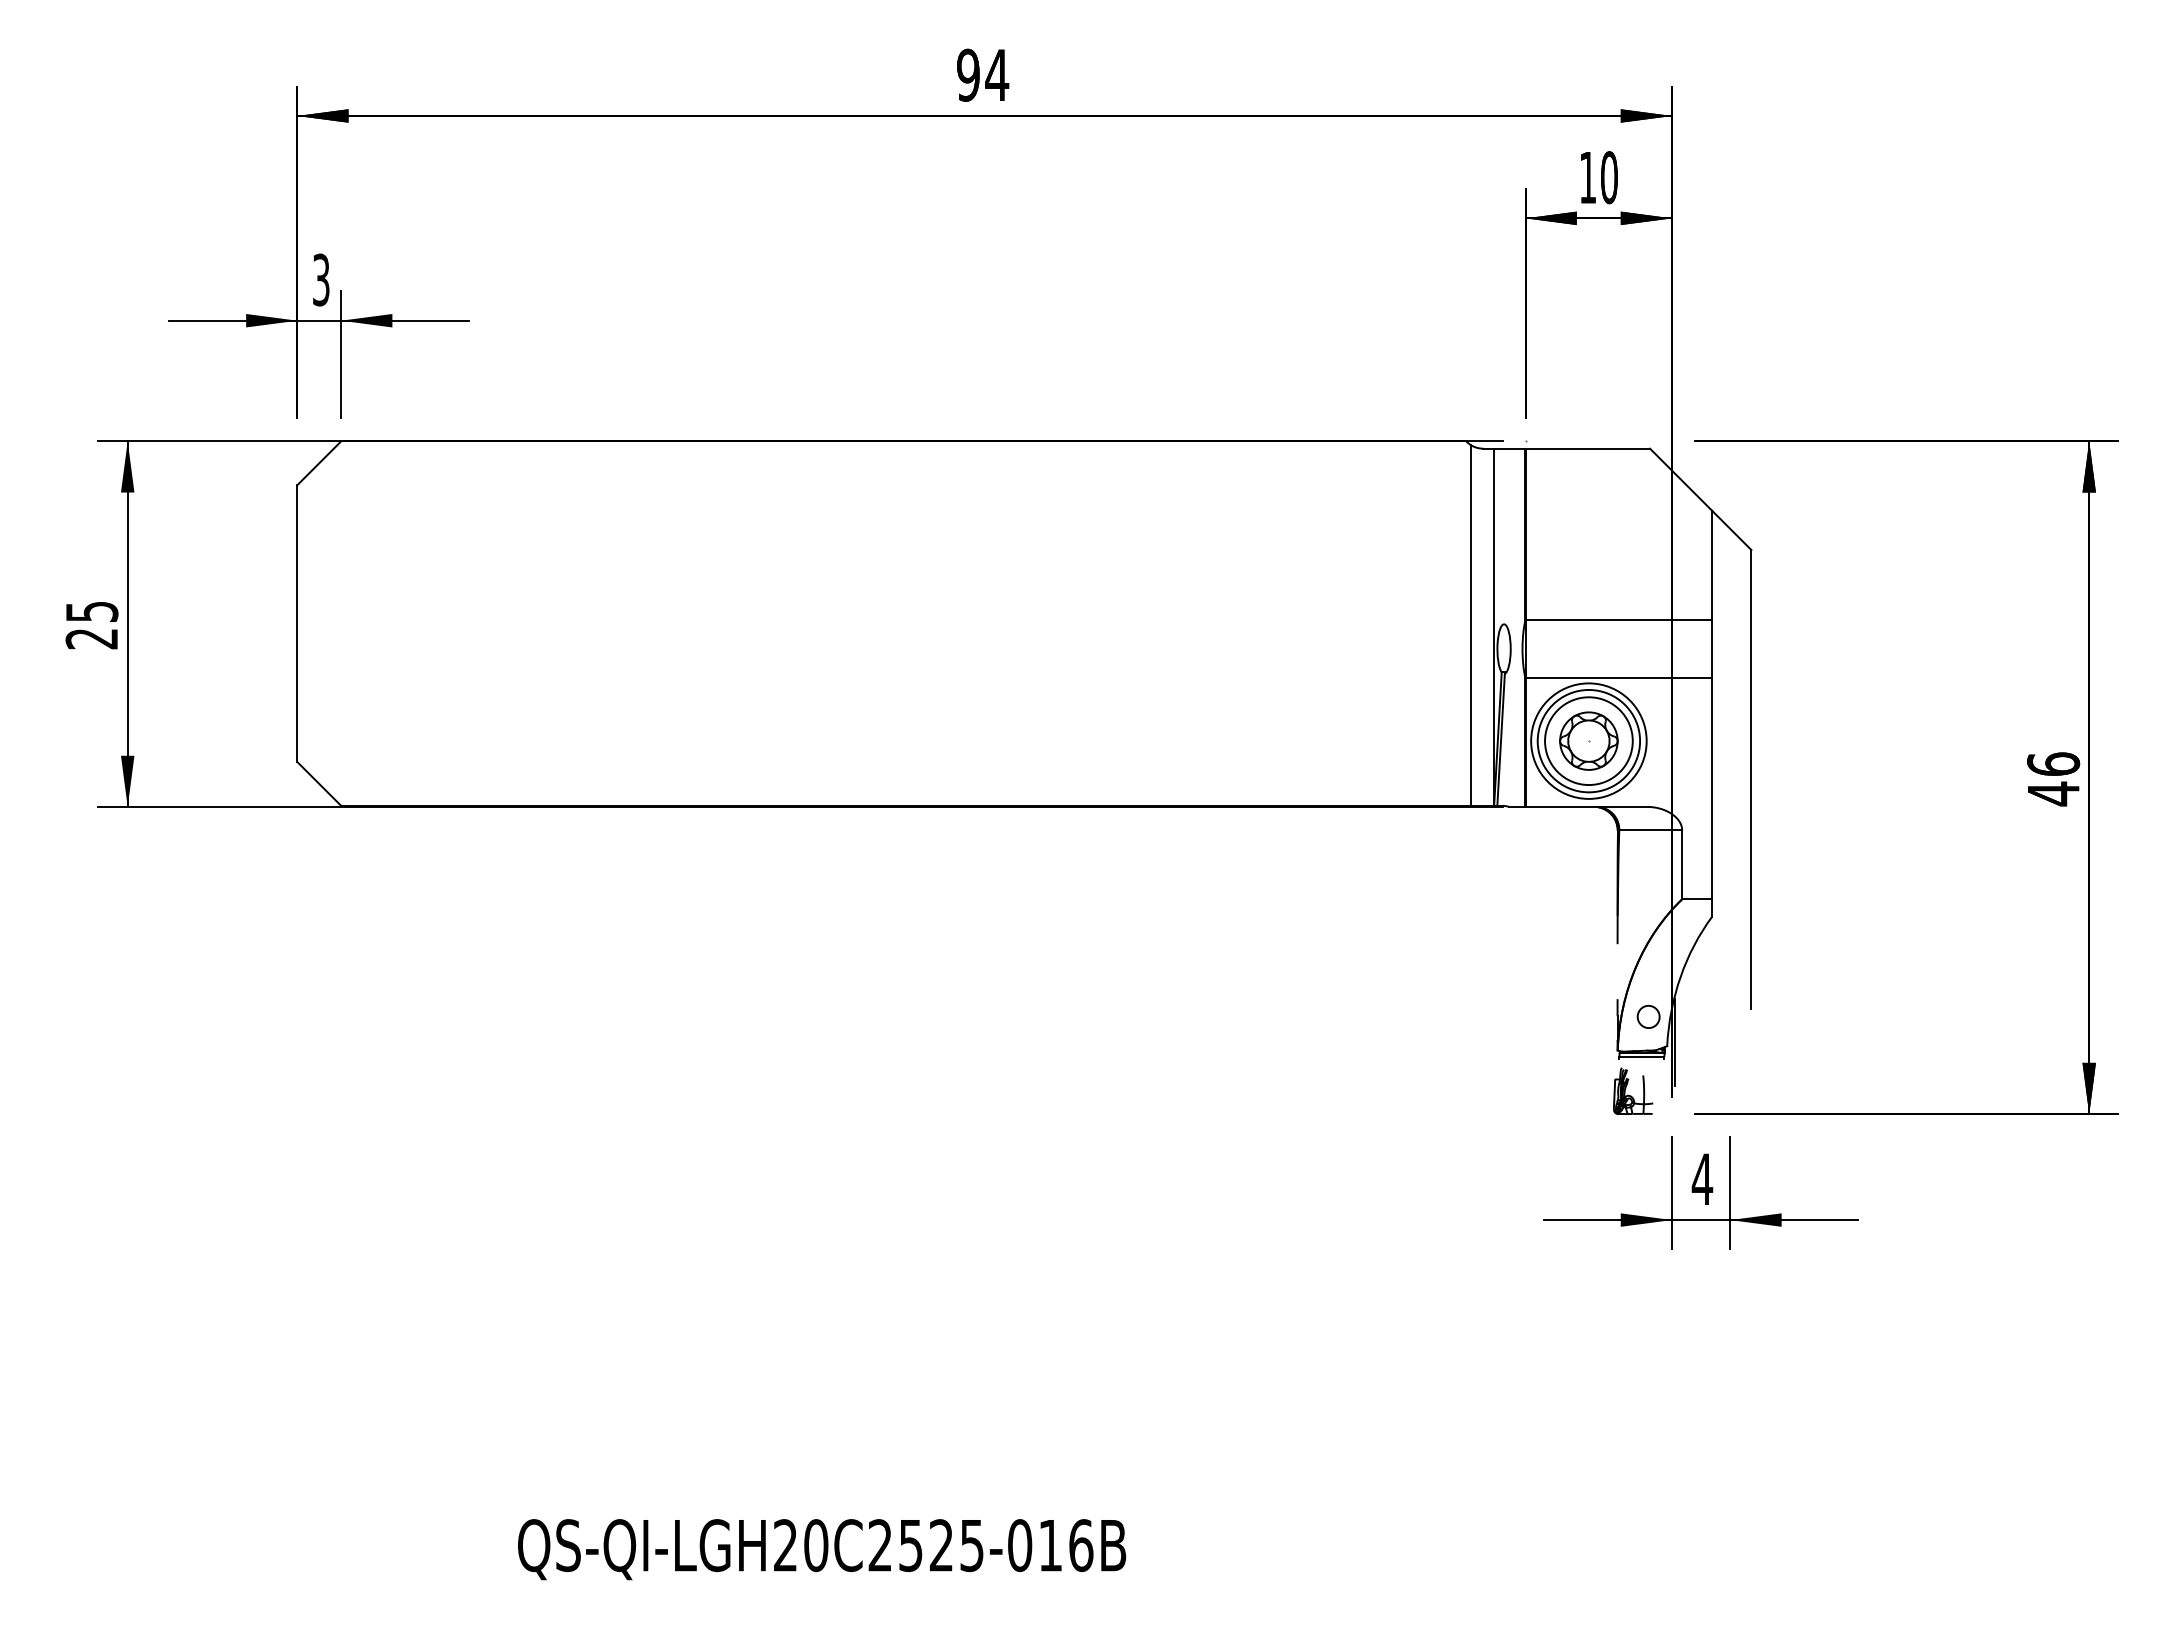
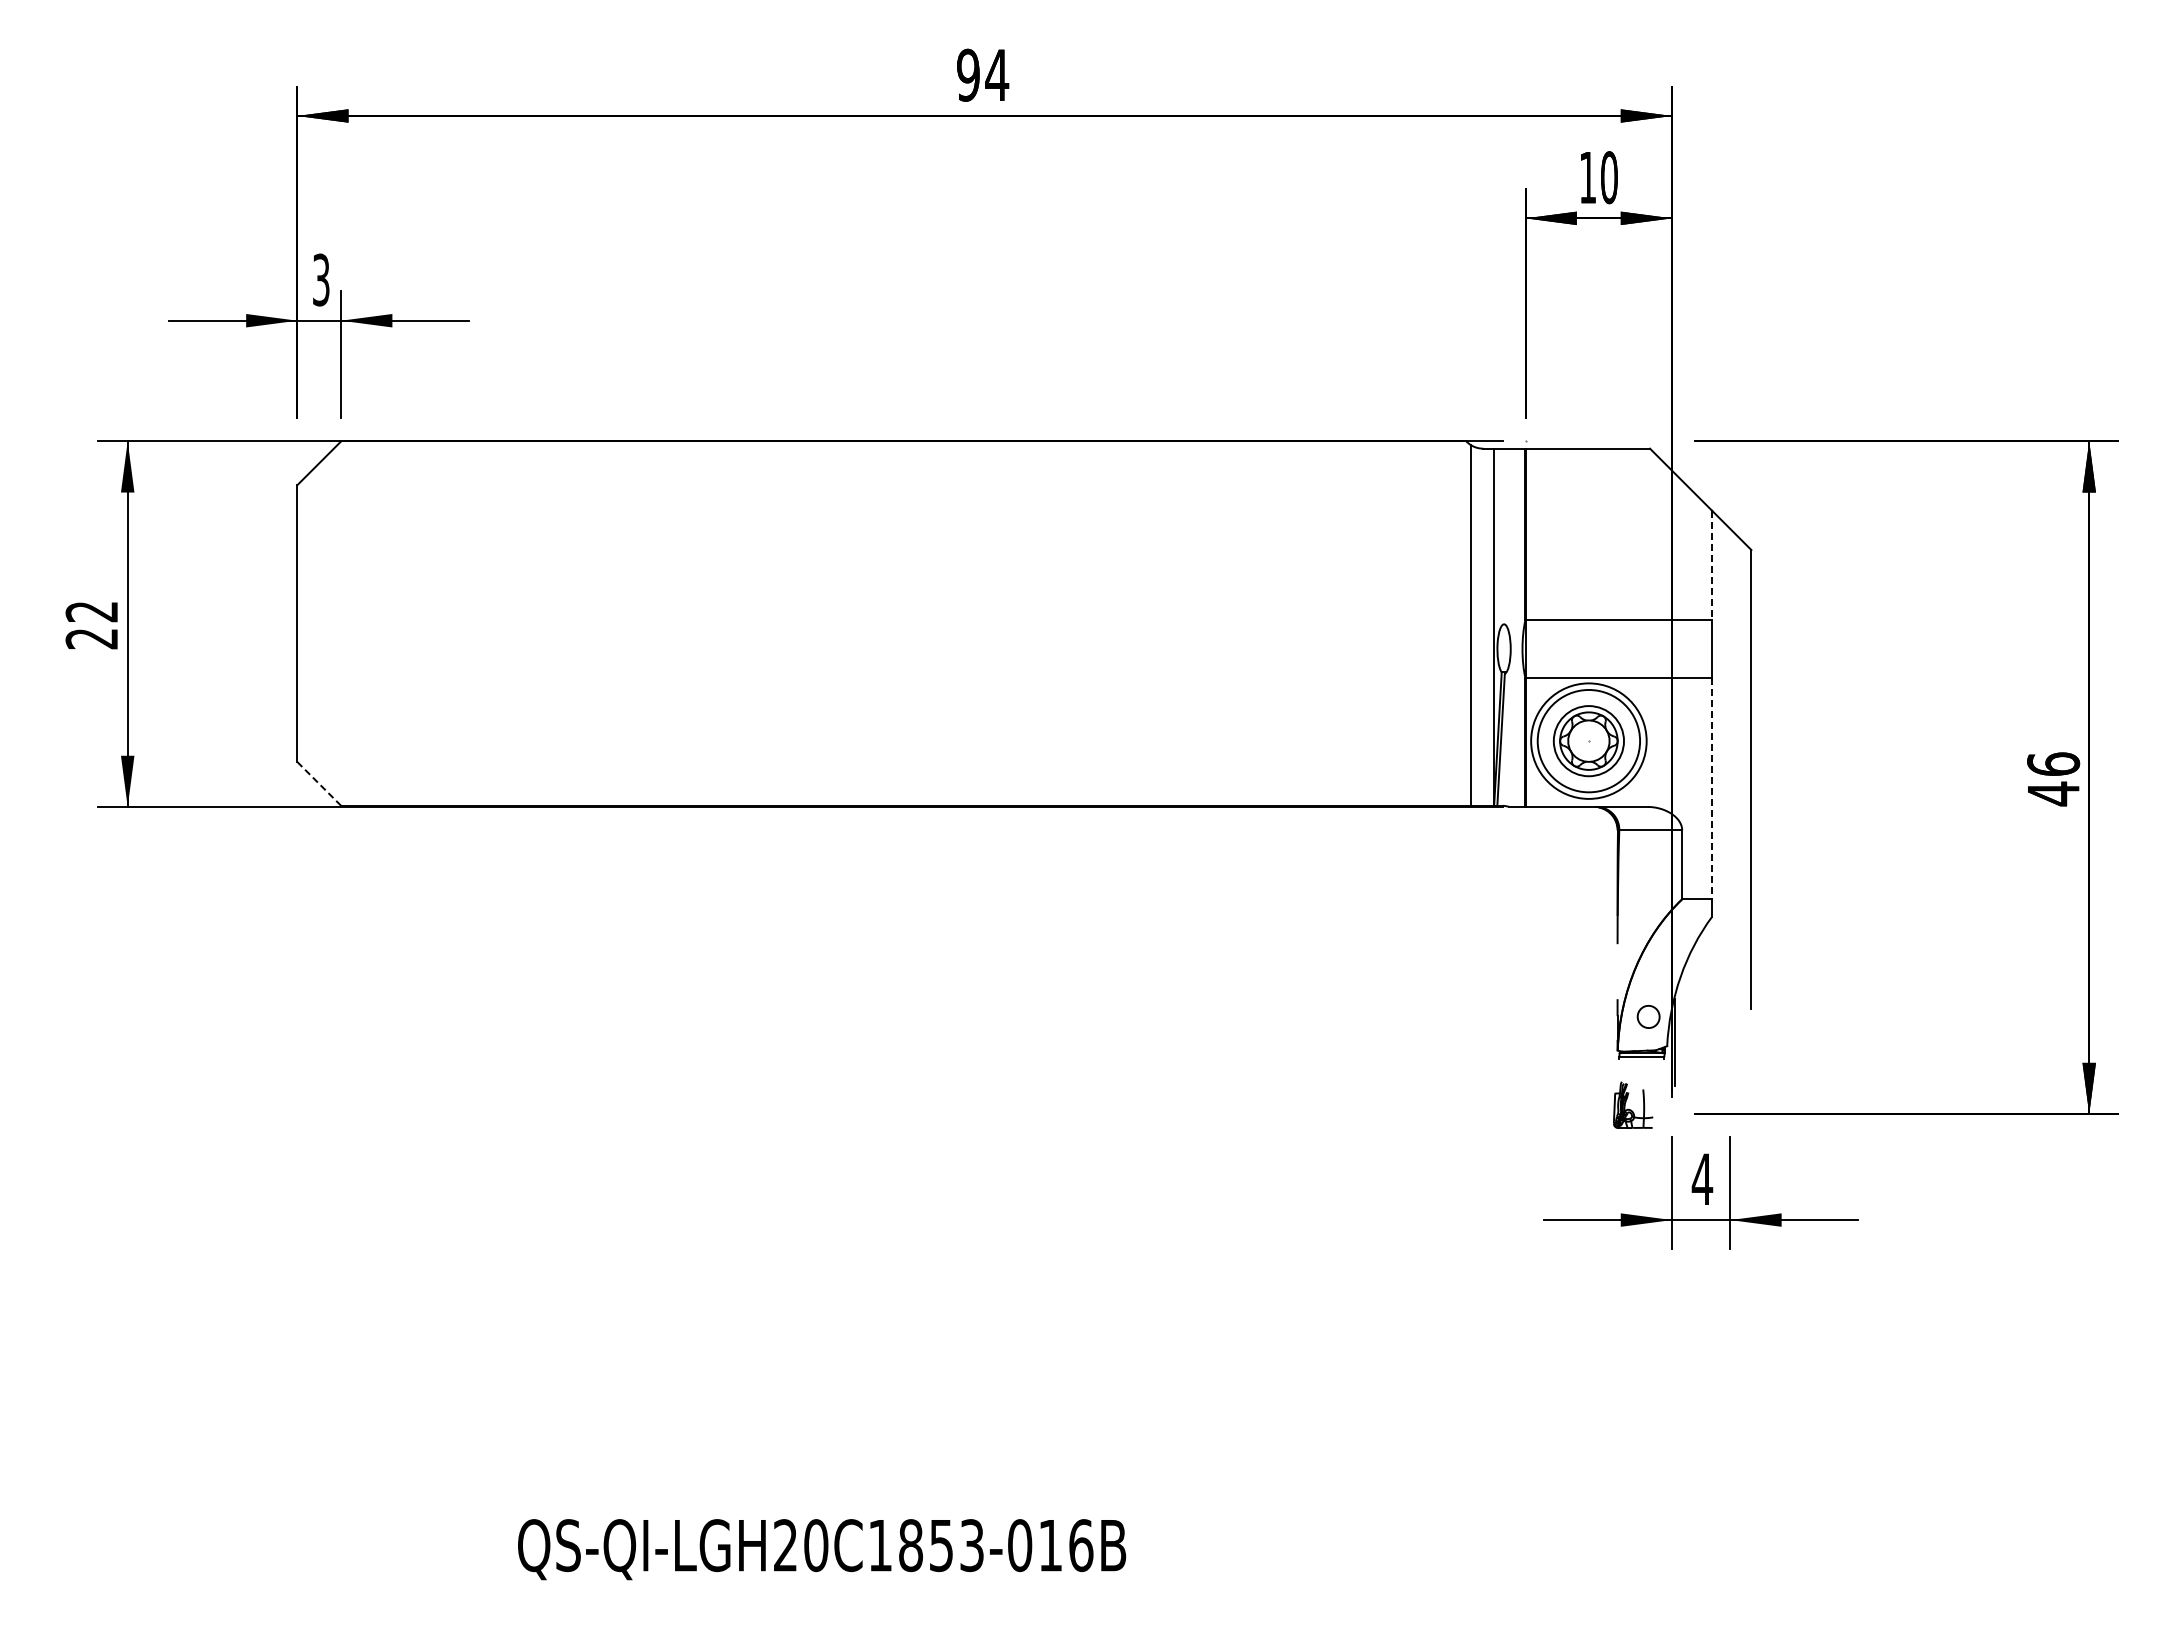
line at (1712, 565): solid -> dashed
text at (91, 612): 25 -> 22
circle at (1588, 741) diameter: 88 px -> 70 px
line at (319, 784): solid -> dashed
line at (1712, 788): solid -> dashed
part at (1633, 1090) position: (1633, 1090) -> (1633, 1104)
text at (925, 1545): QS-QI-LGH20C2525-016B -> QS-QI-LGH20C1853-016B
